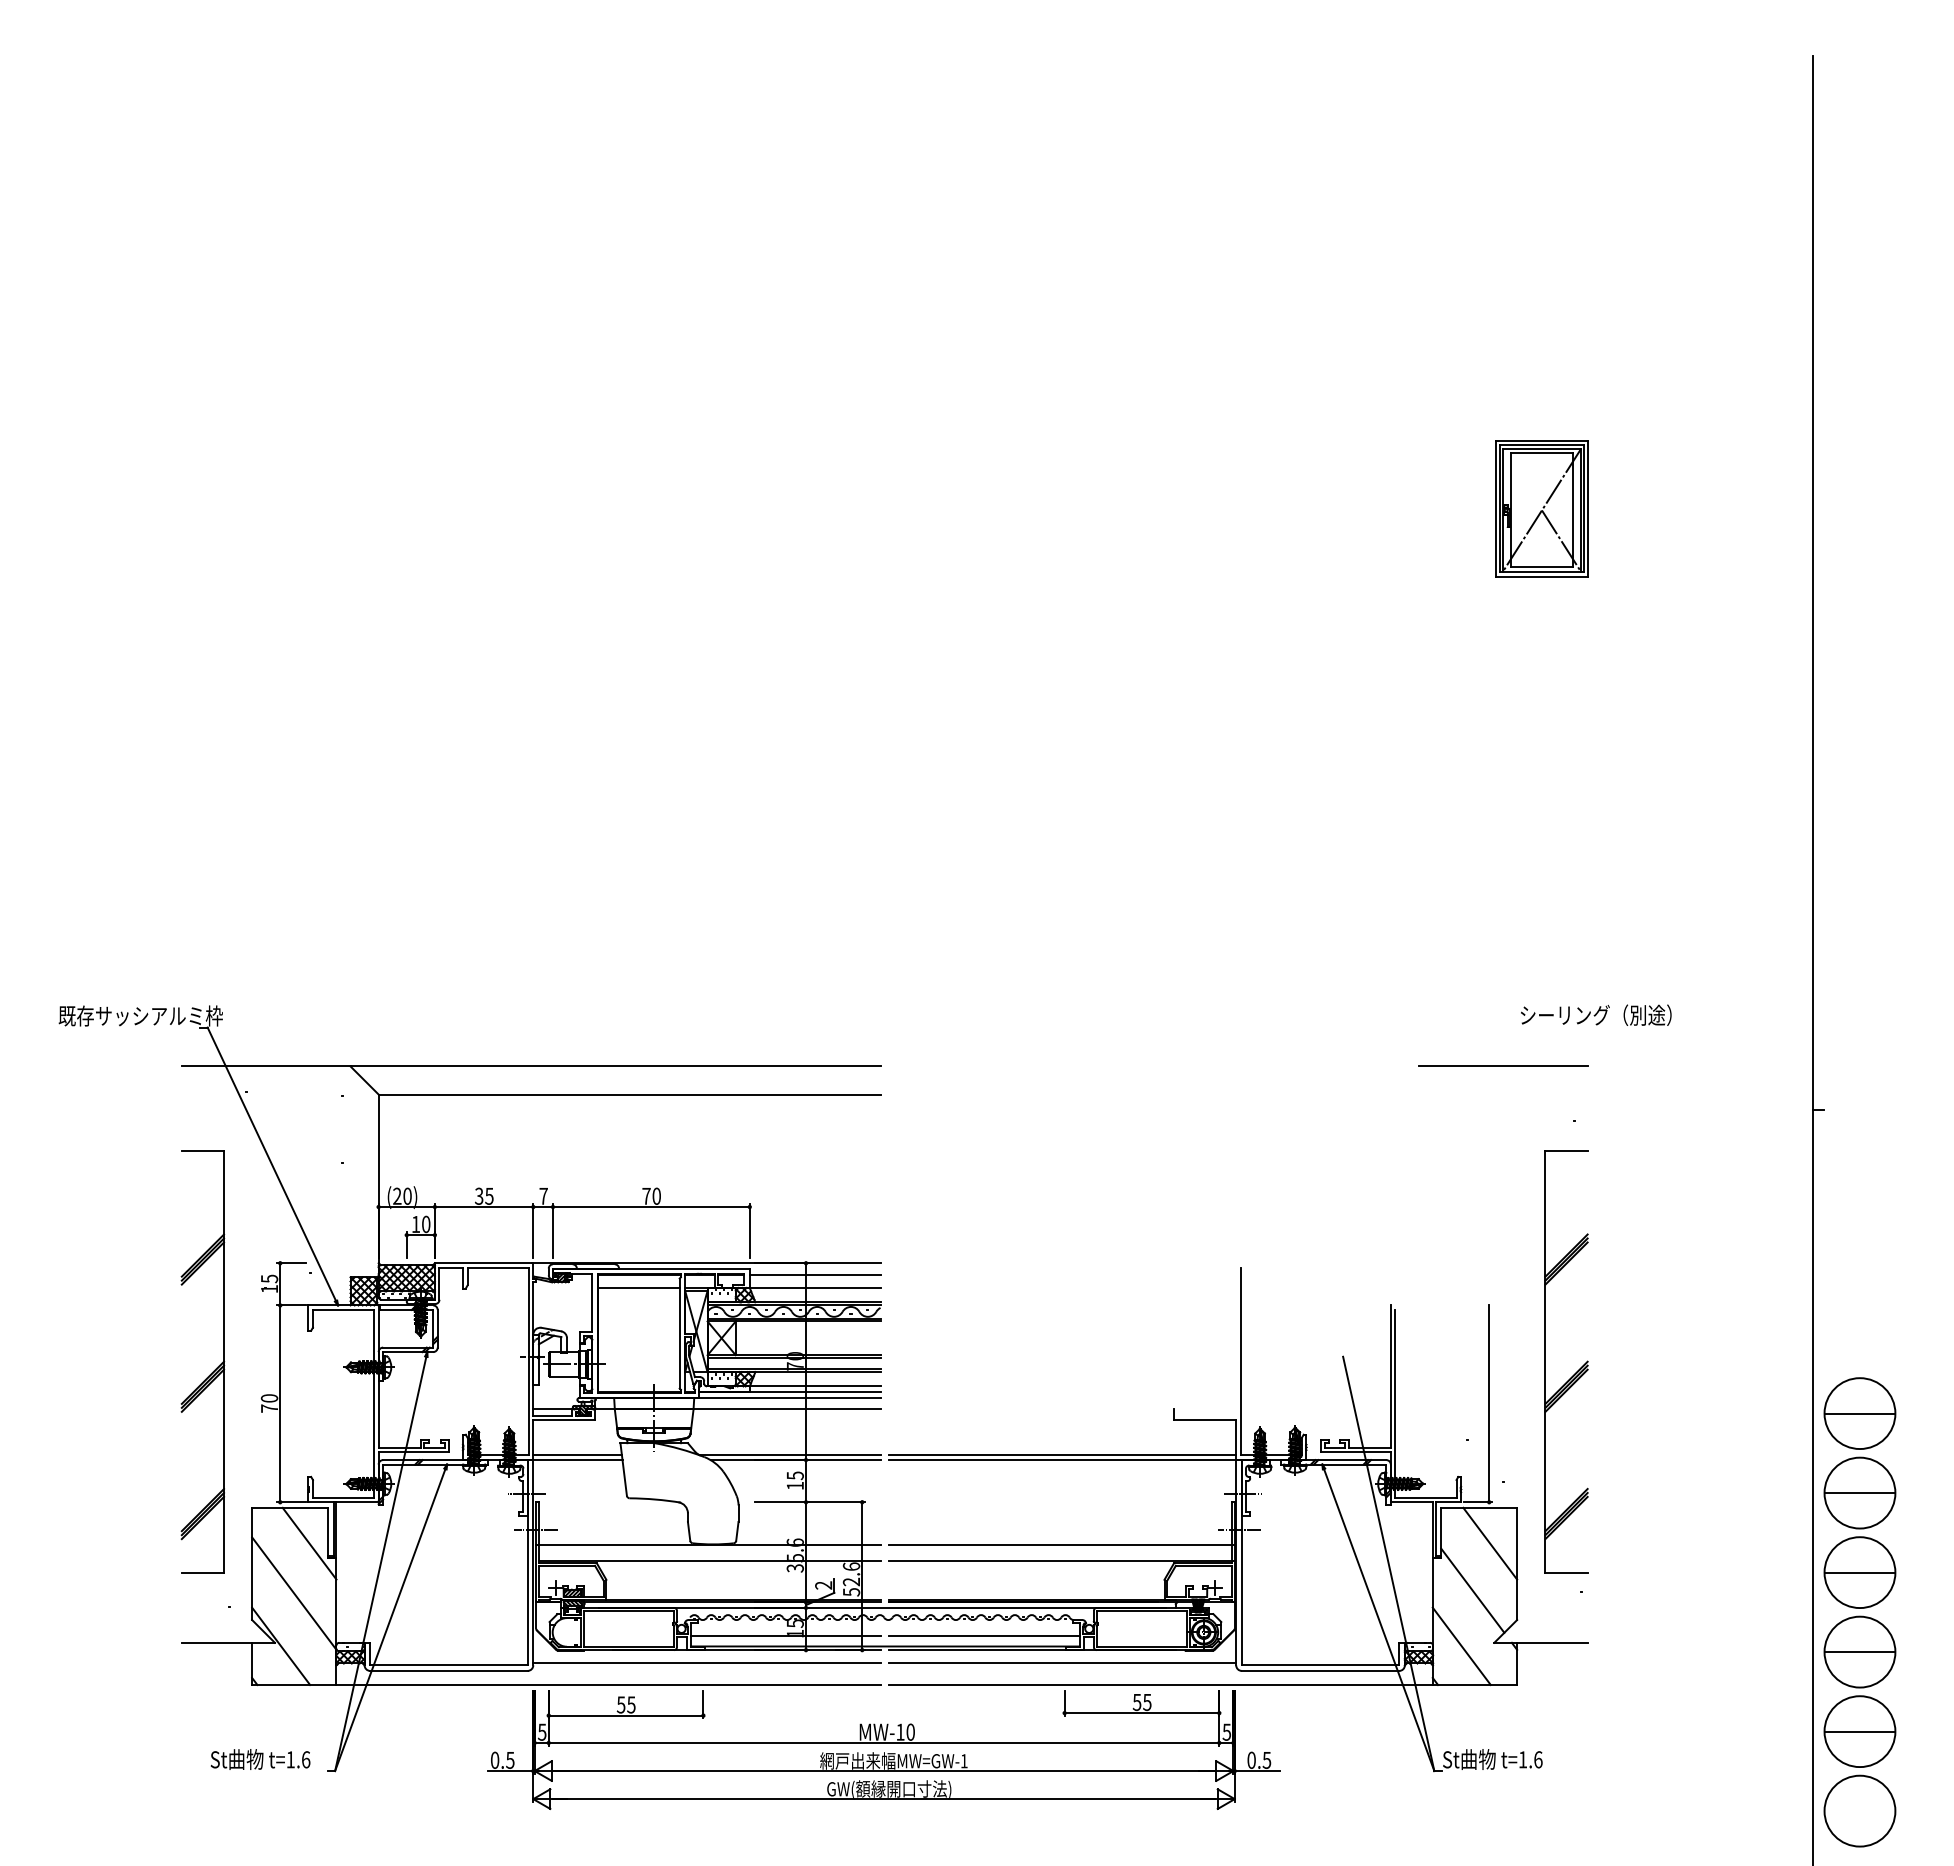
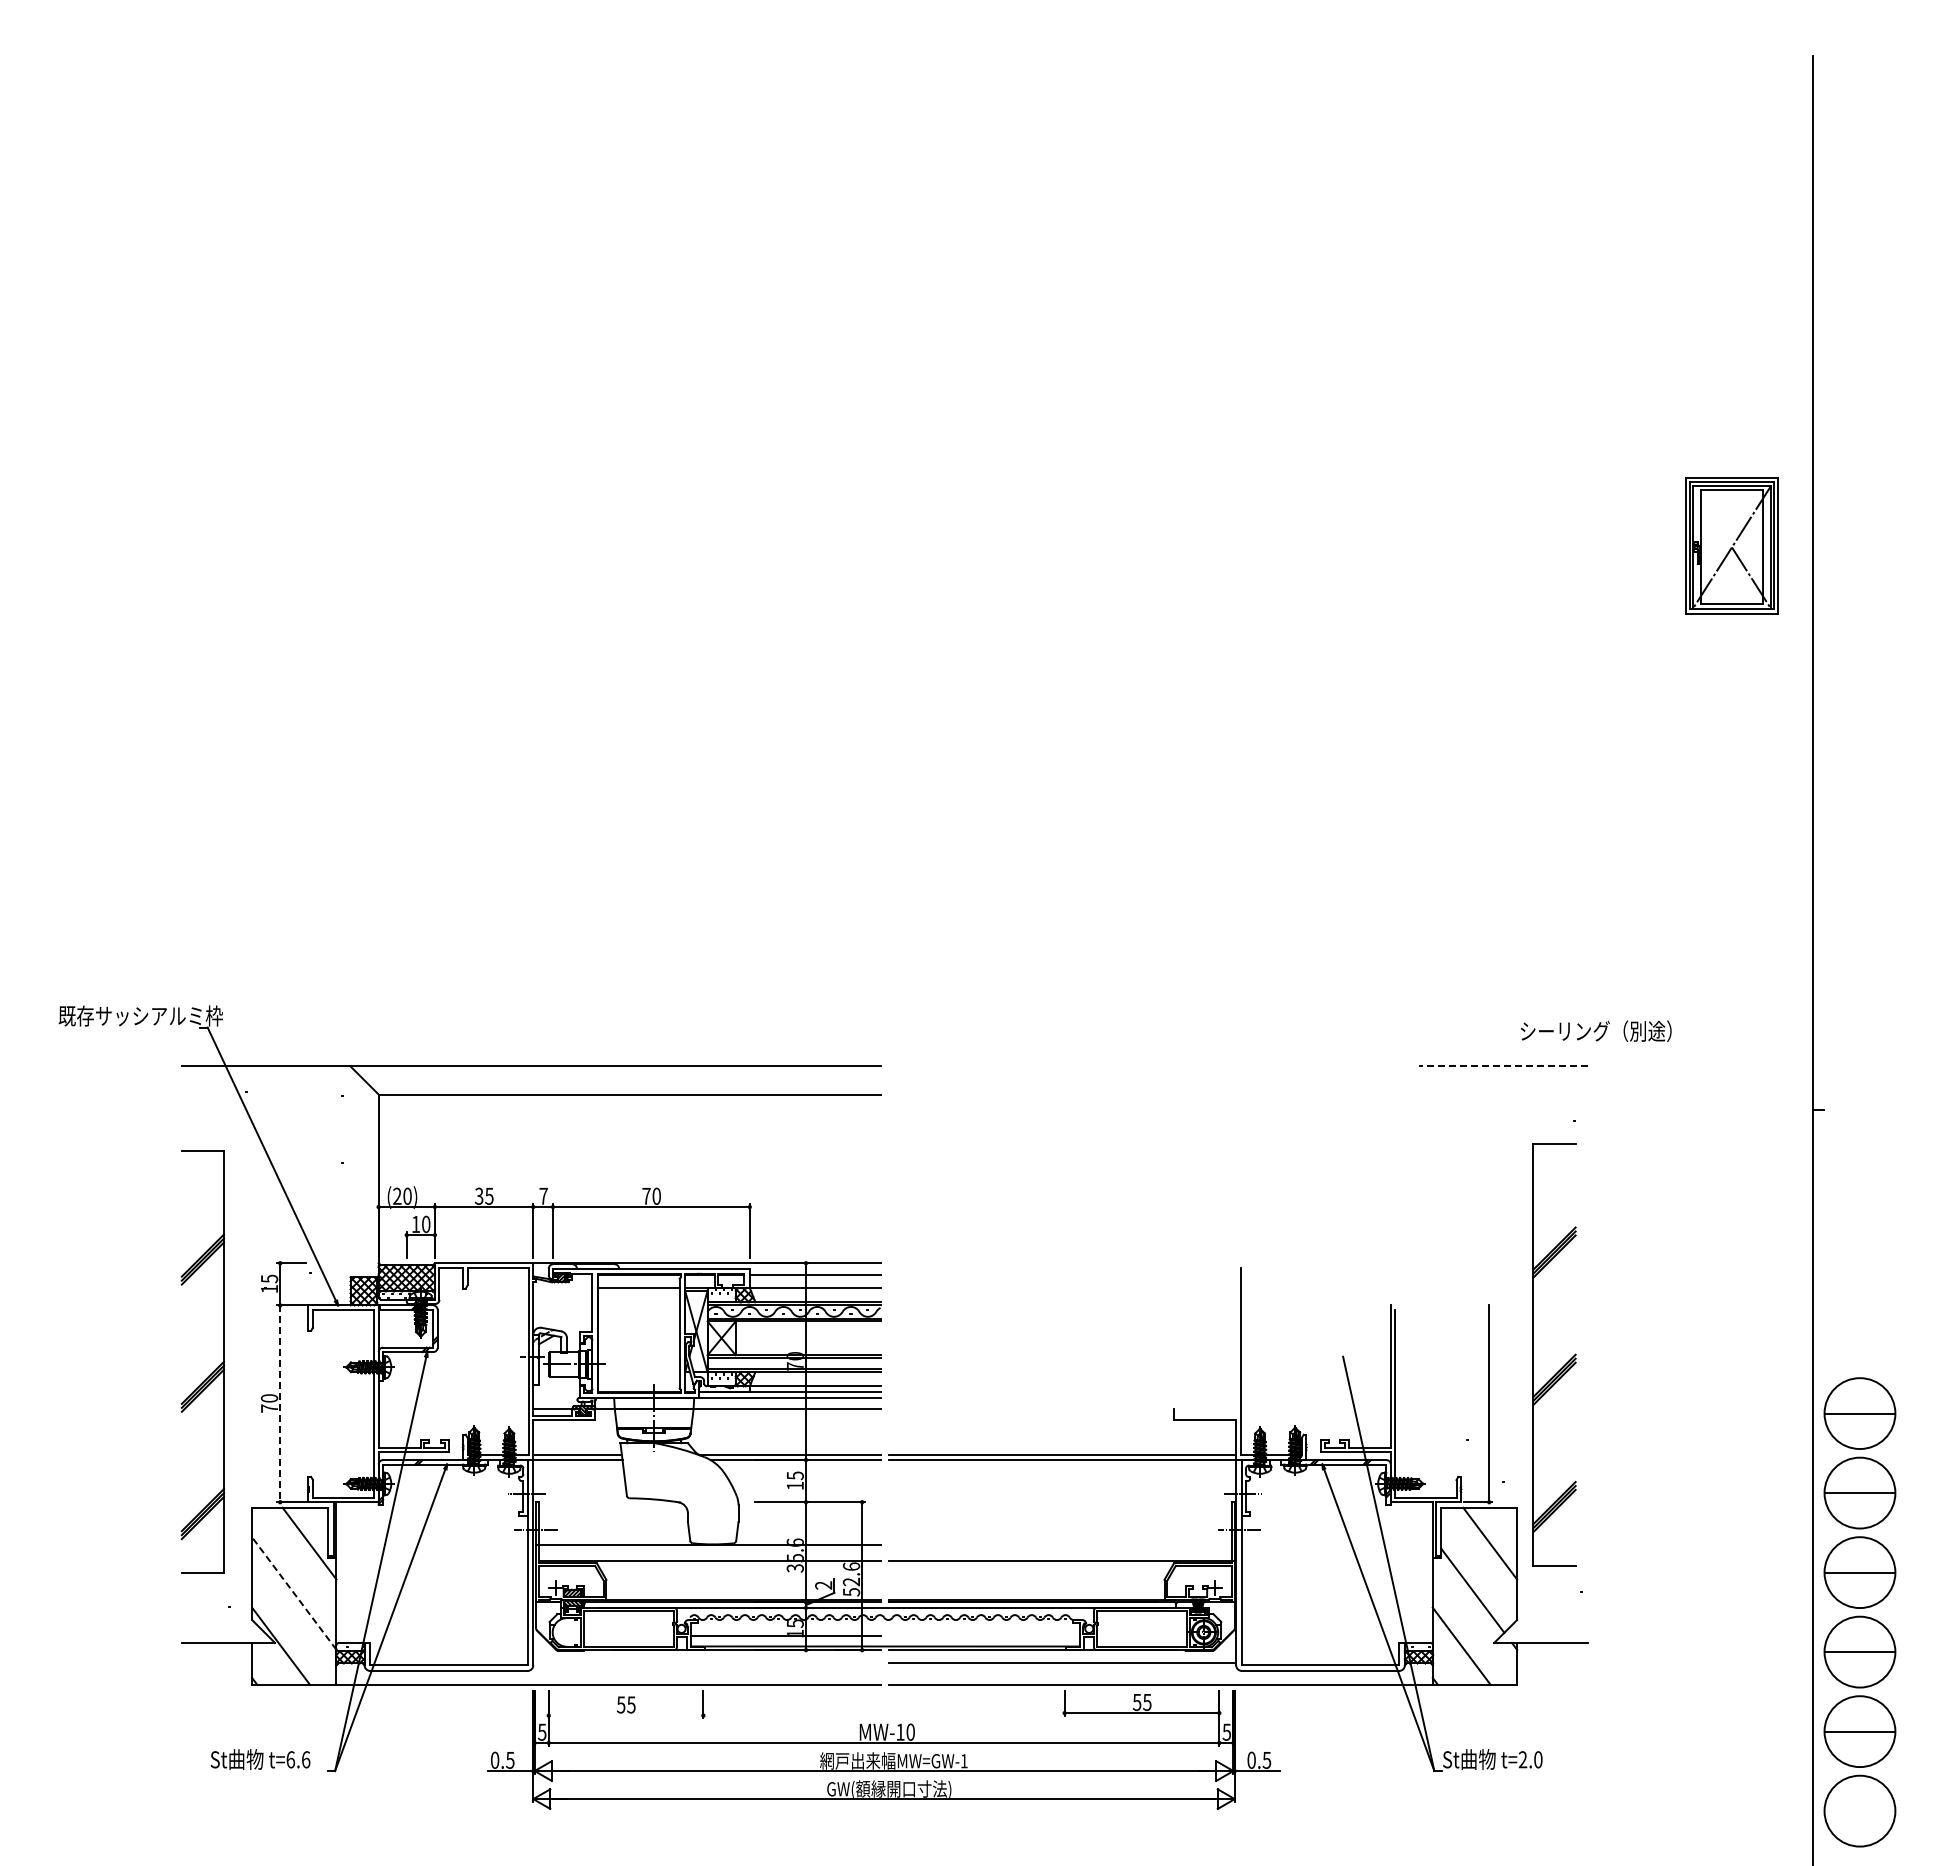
part at (1541, 508) position: (1541, 508) -> (1731, 545)
text at (1596, 1014) position: (1596, 1014) -> (1596, 1030)
line at (1502, 1066): solid -> dashed
part at (1576, 1371) position: (1576, 1371) -> (1564, 1364)
line at (280, 1404): solid -> dashed
line at (1061, 1544): present -> none
line at (294, 1593): solid -> dashed
line at (984, 1635): present -> none
line at (706, 1662): present -> none
line at (625, 1715): present -> none
text at (290, 1759): t=1.6 -> t=6.6
text at (1530, 1759): t=1.6 -> t=2.0
